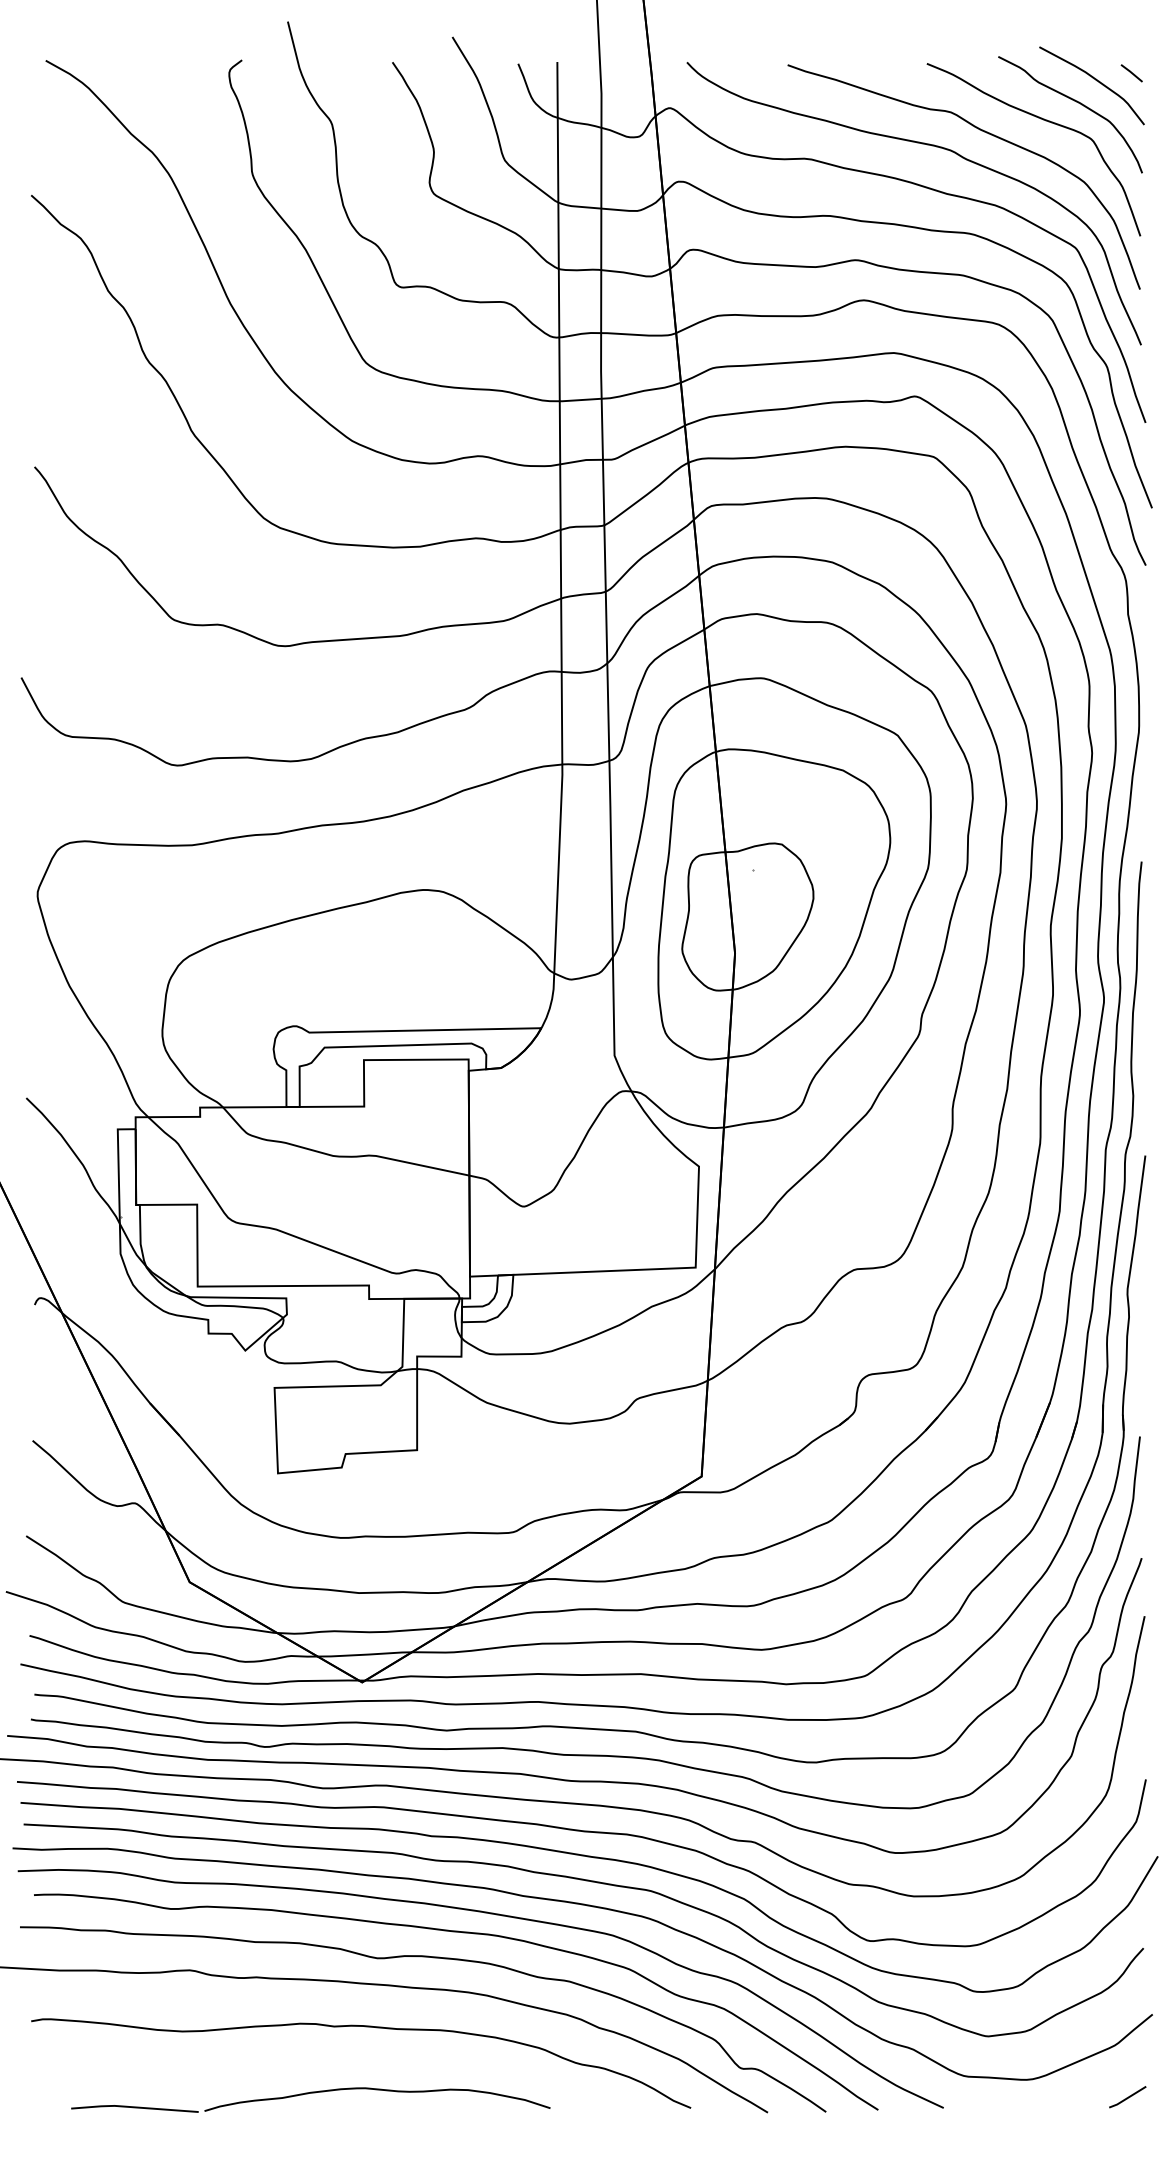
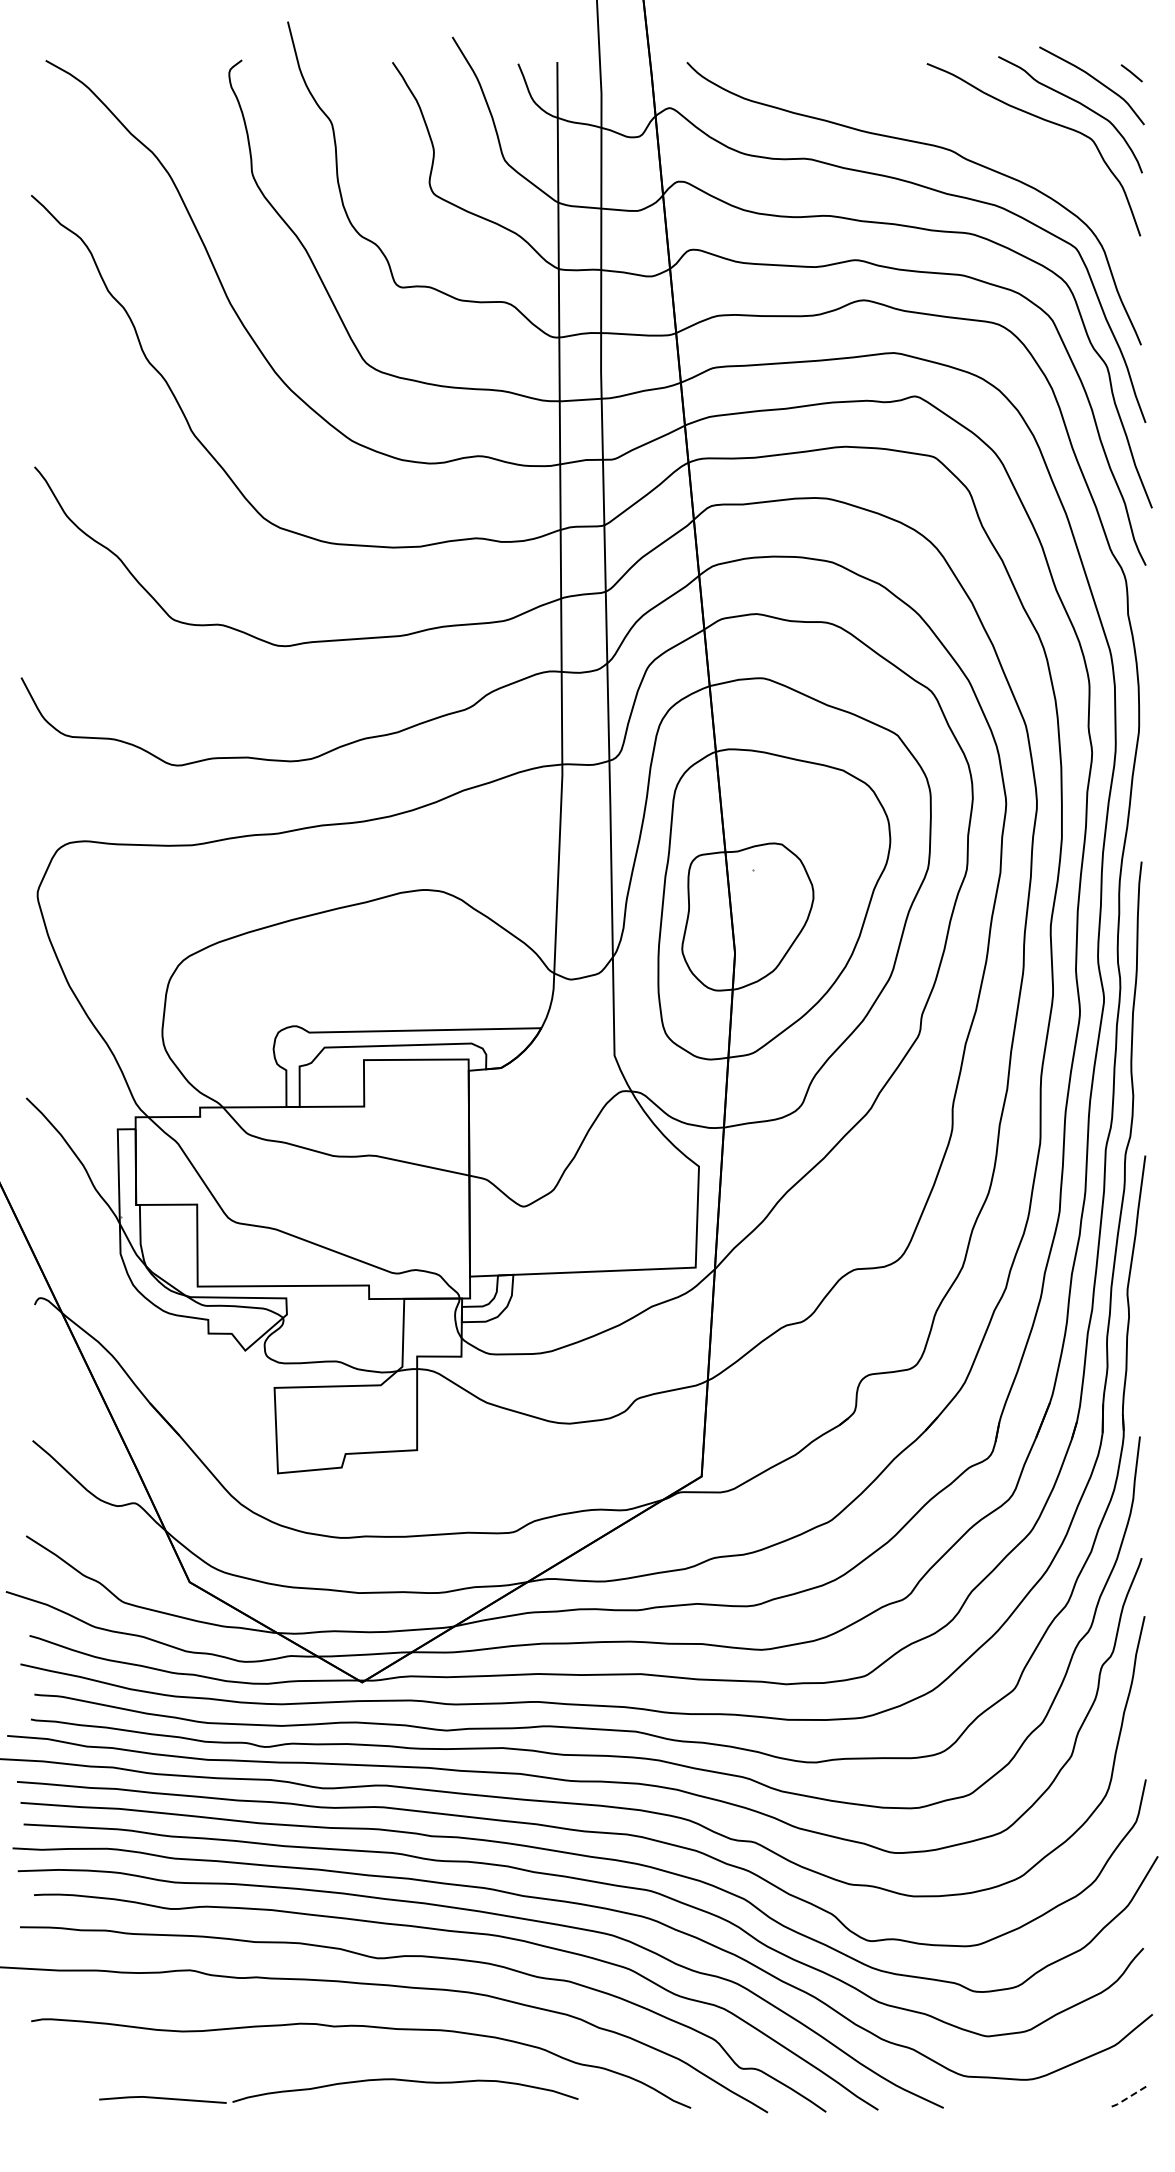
curve at (981, 131): present -> none
line at (1127, 2098): solid -> dashed
part at (310, 2099) position: (310, 2099) -> (338, 2090)
